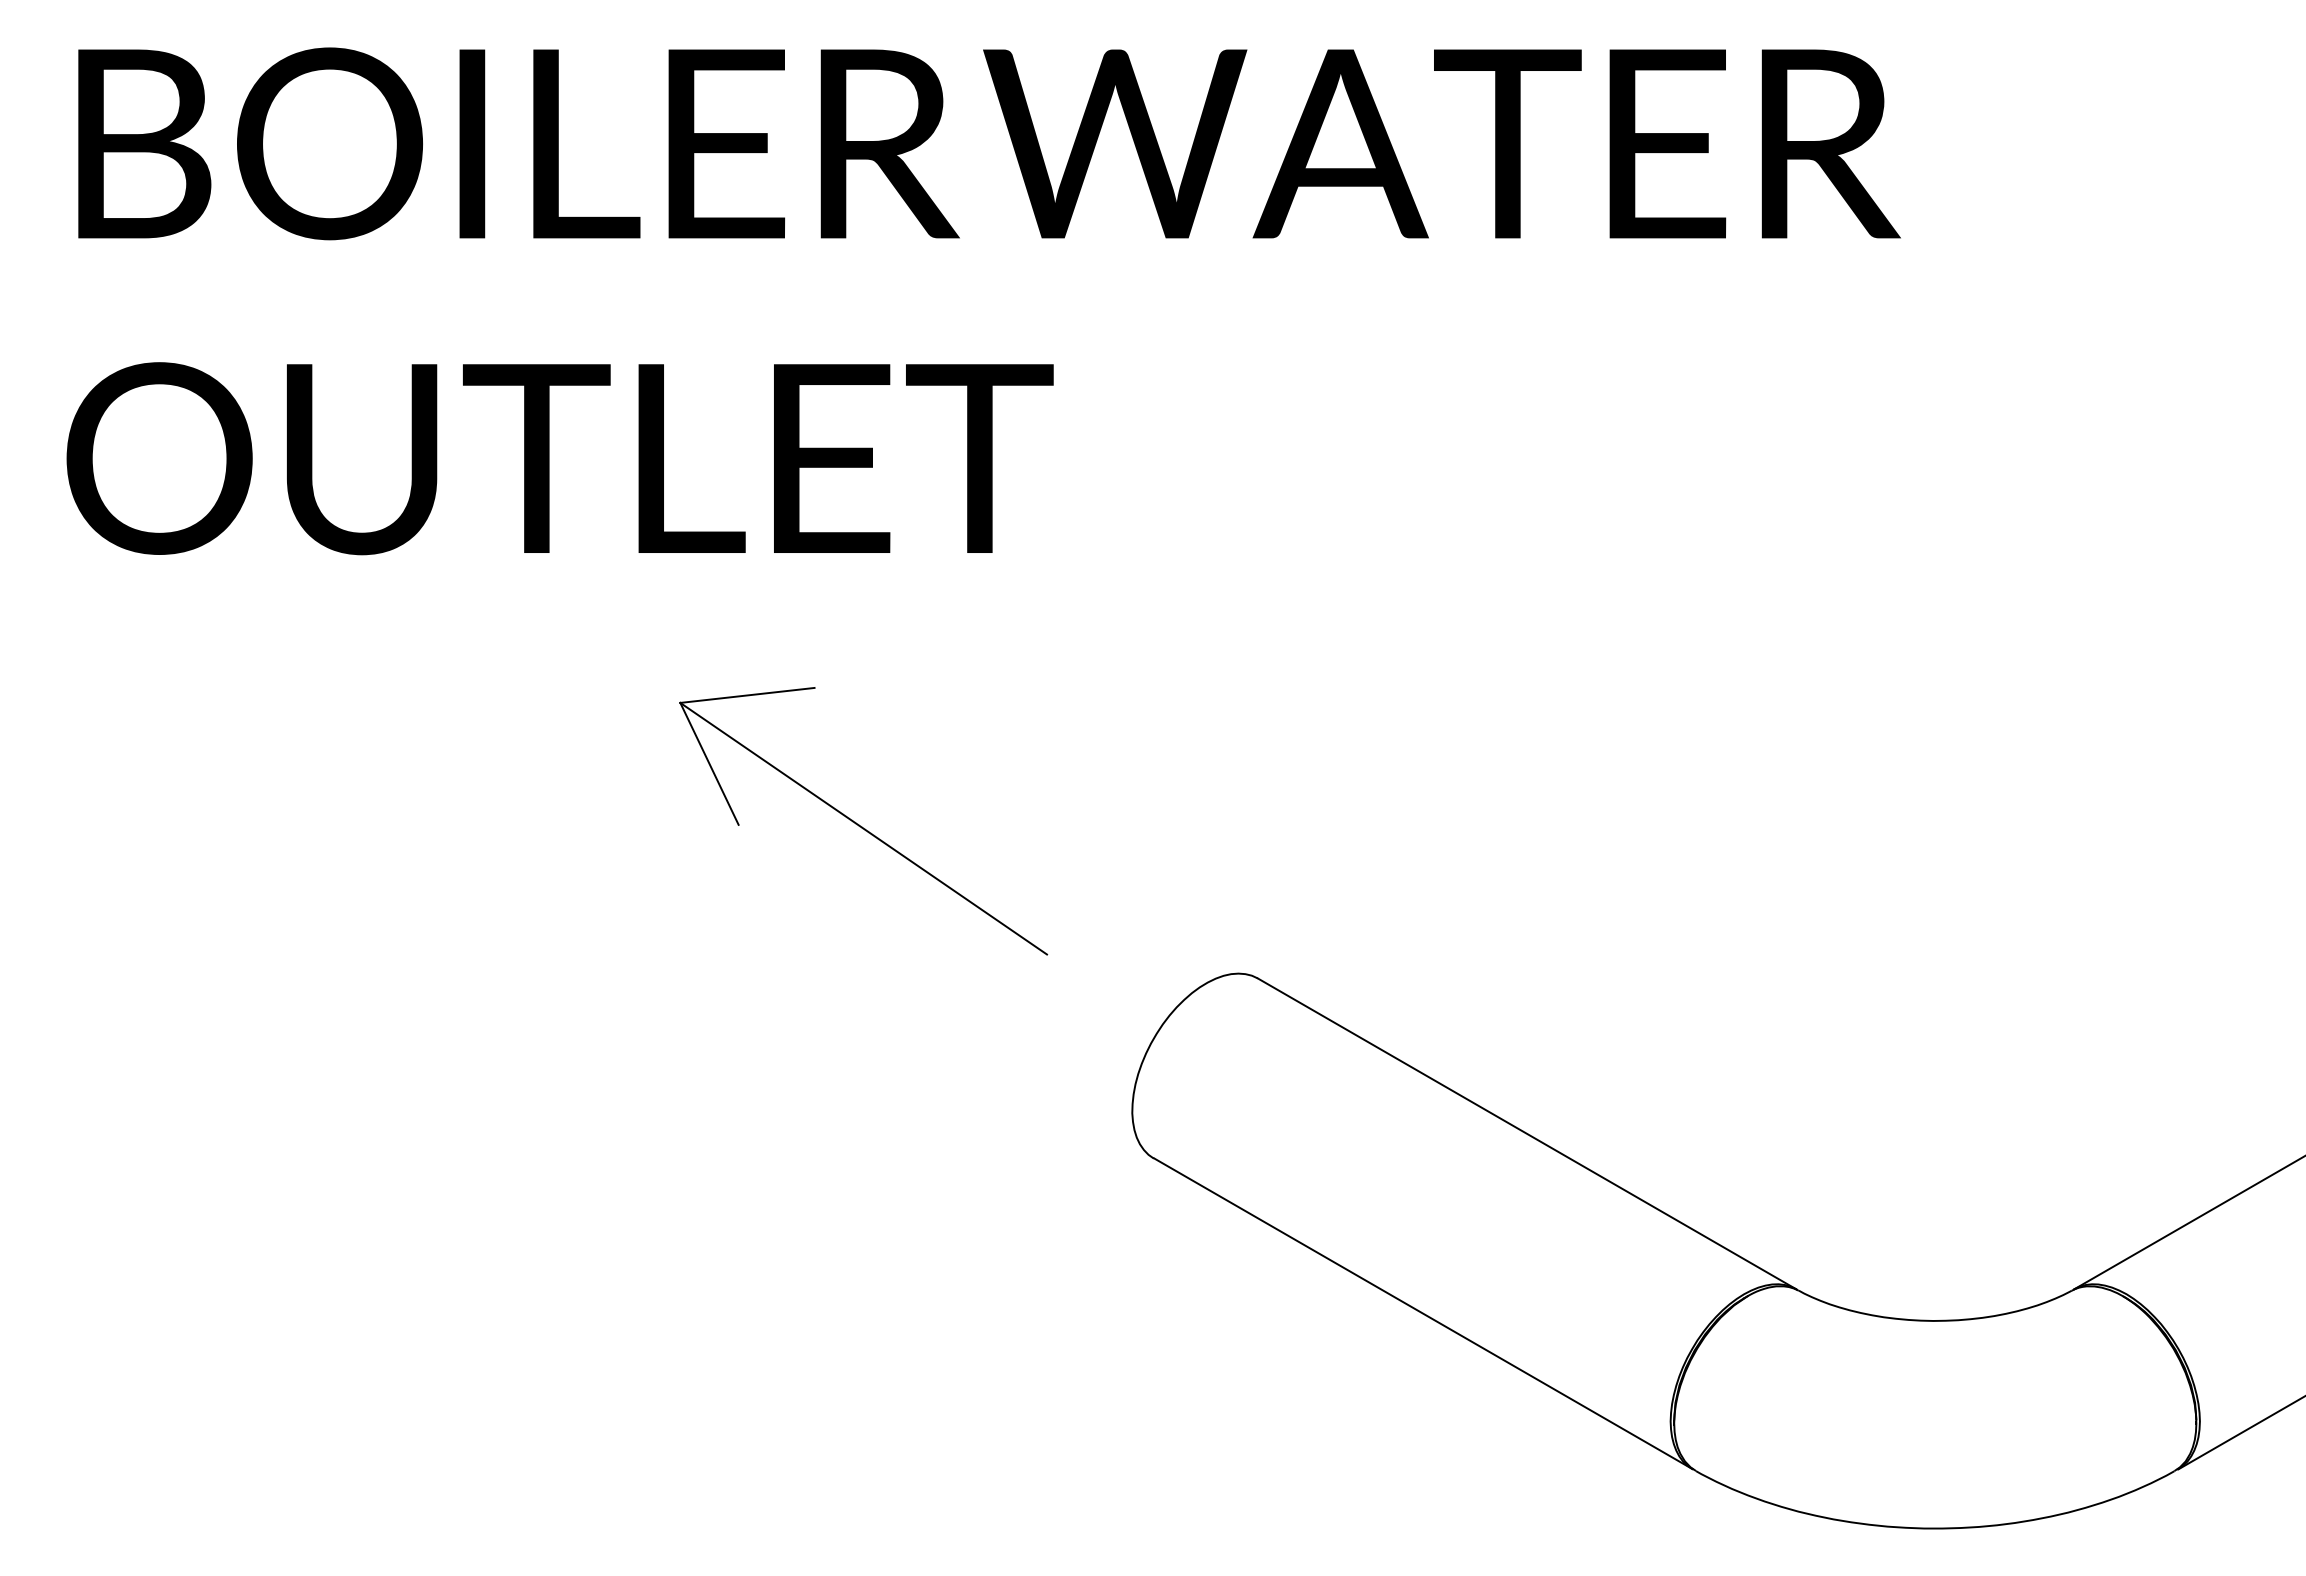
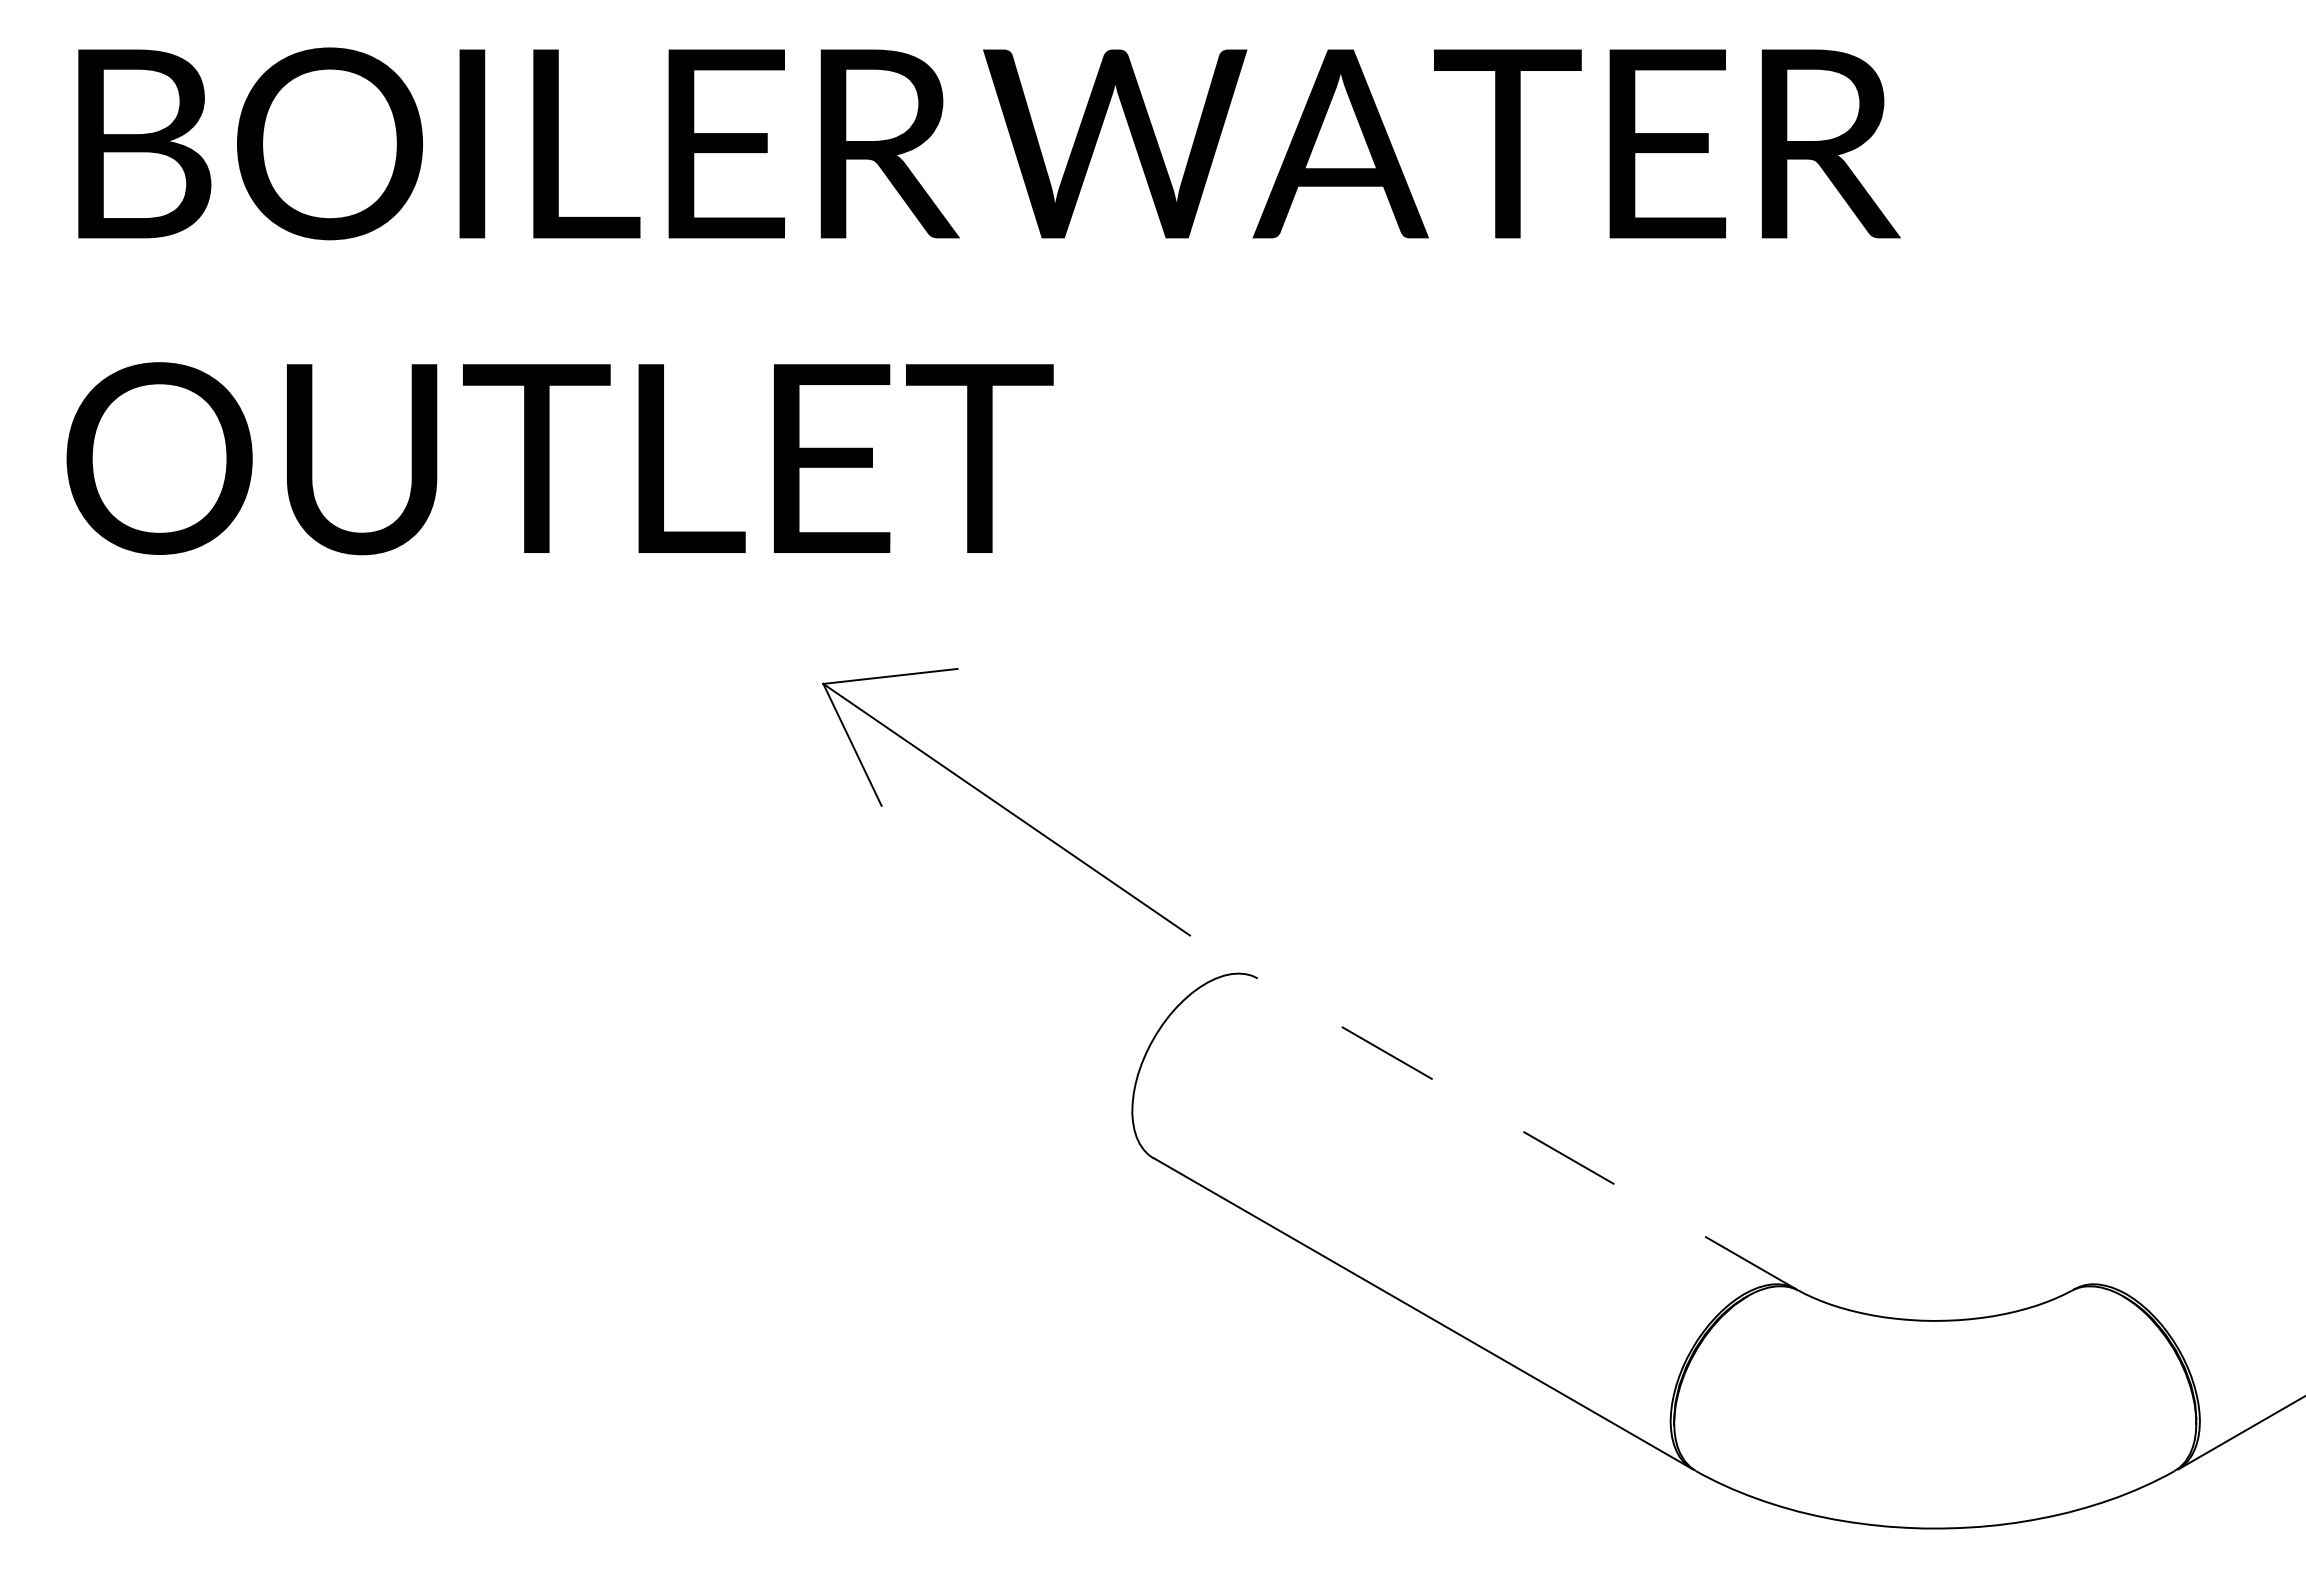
part at (863, 821) position: (863, 821) -> (1006, 802)
line at (1526, 1133): solid -> dashed
line at (2188, 1223): present -> none
